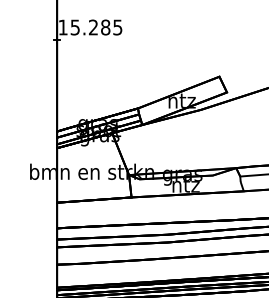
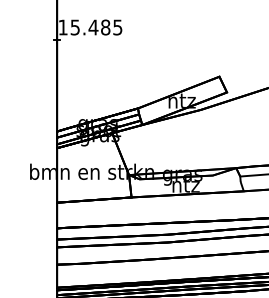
text at (93, 27): 15.285 -> 15.485
